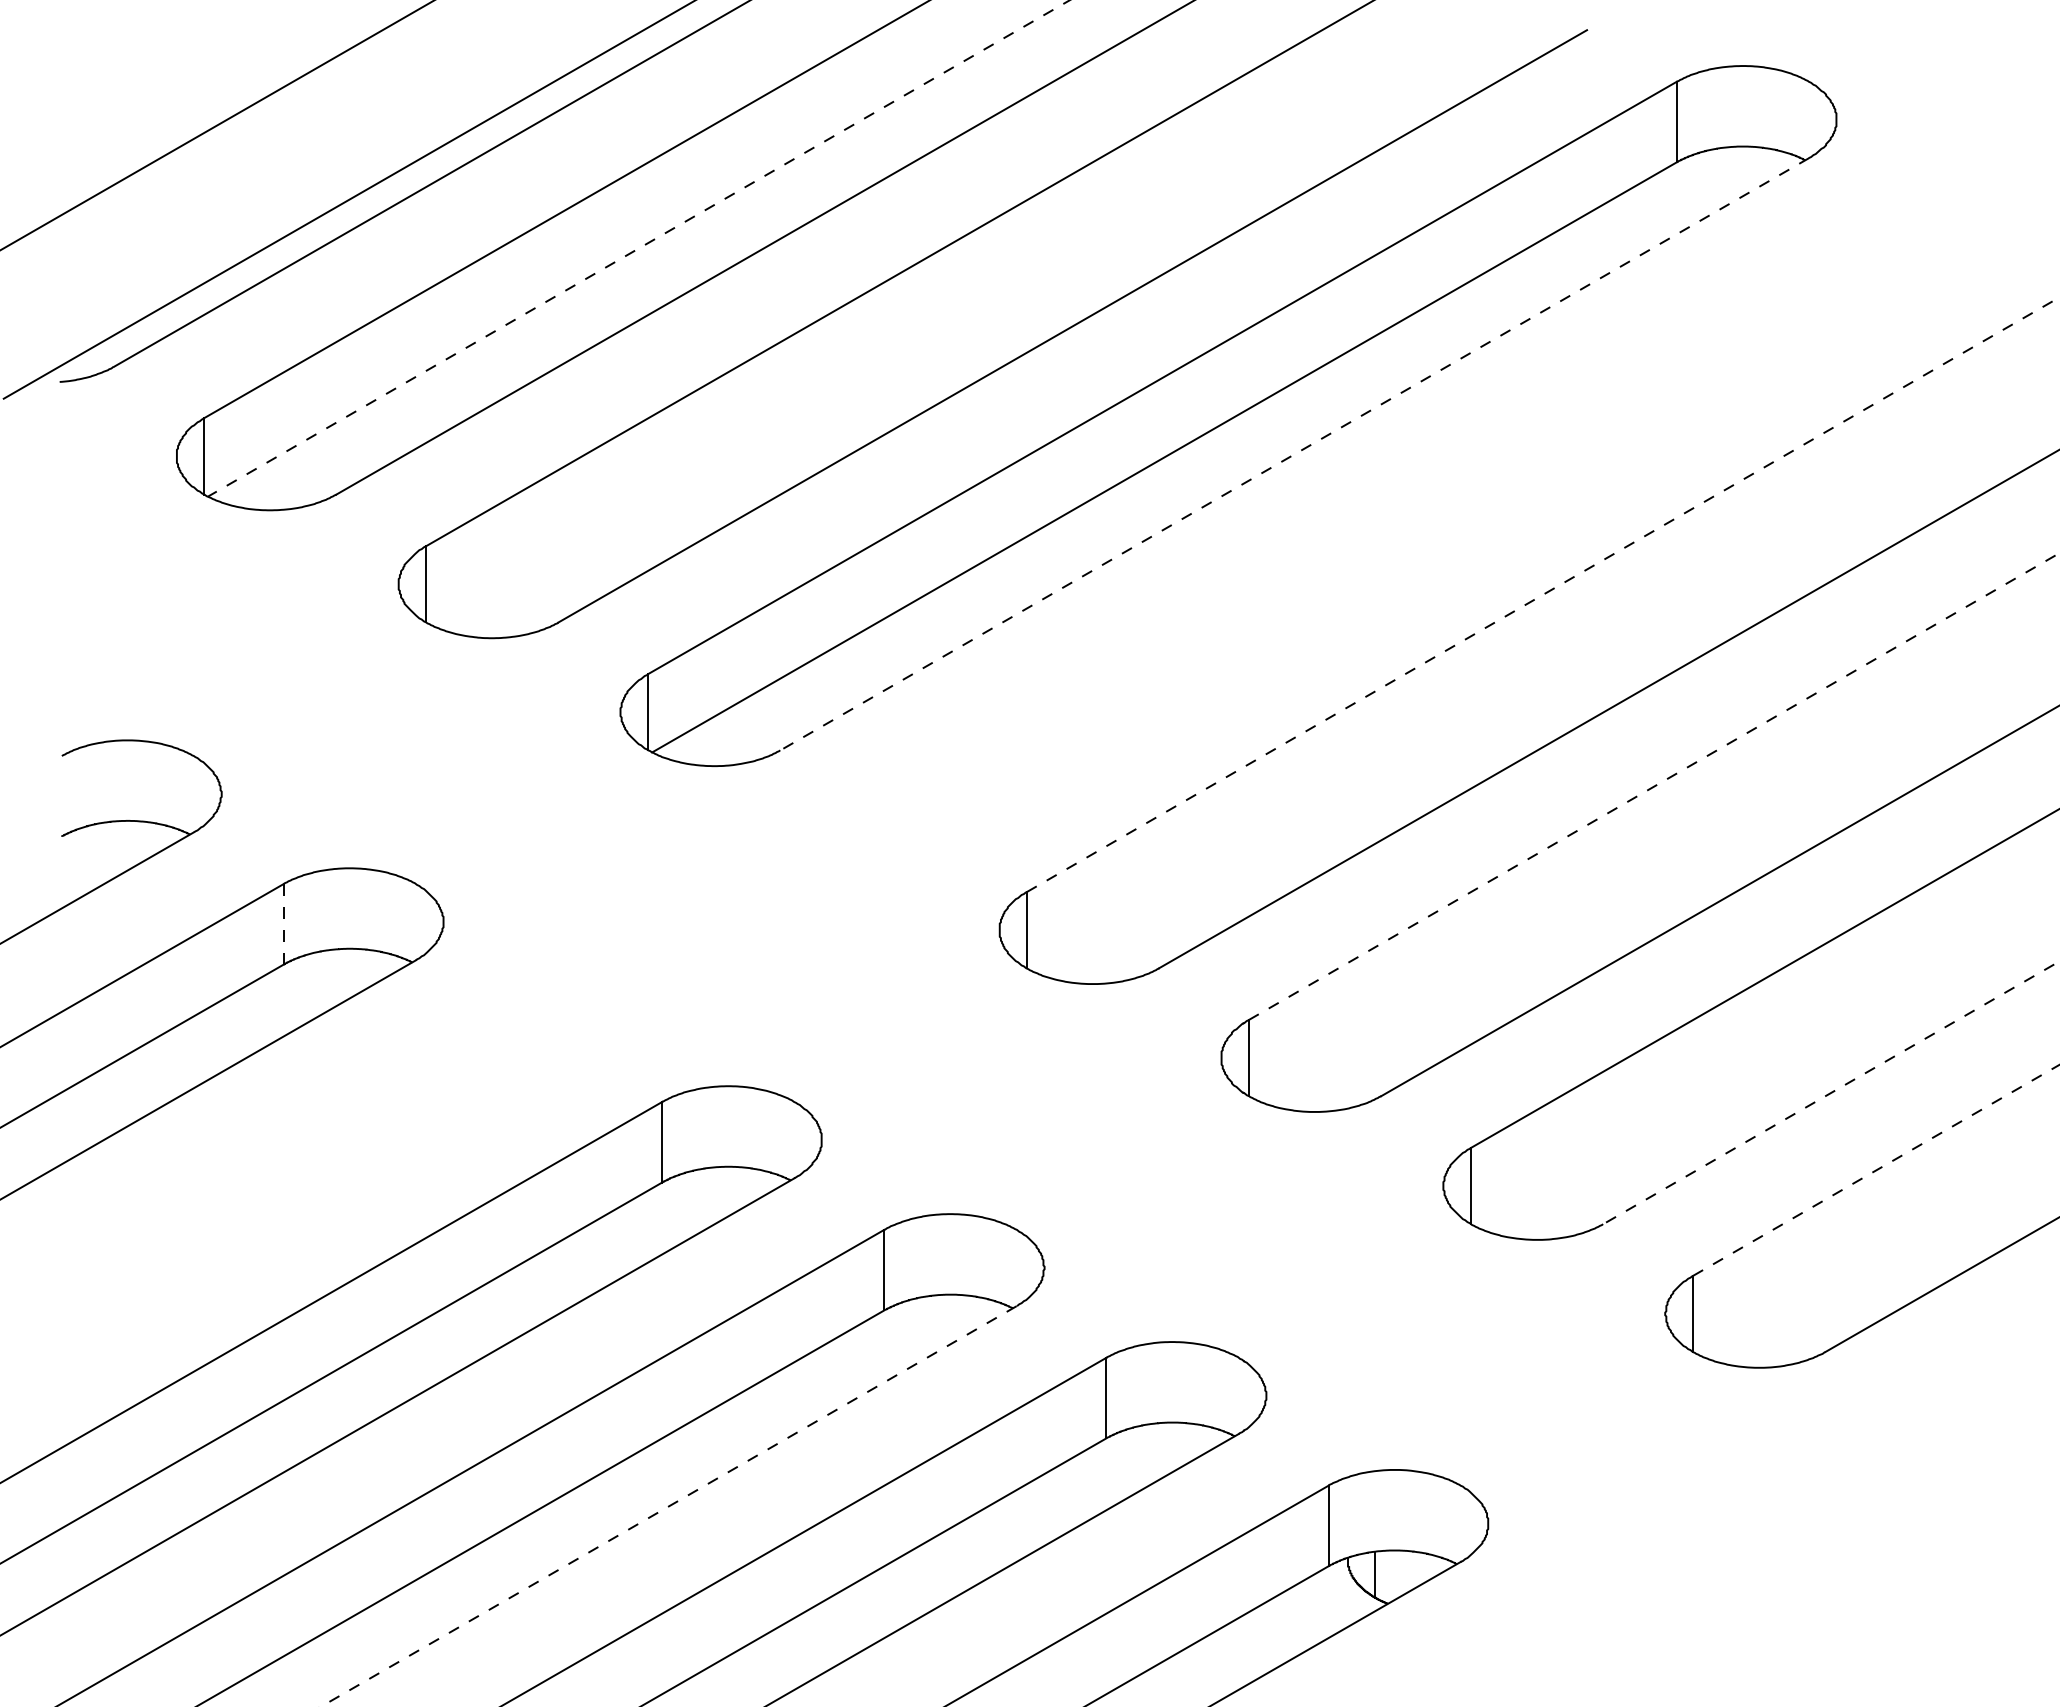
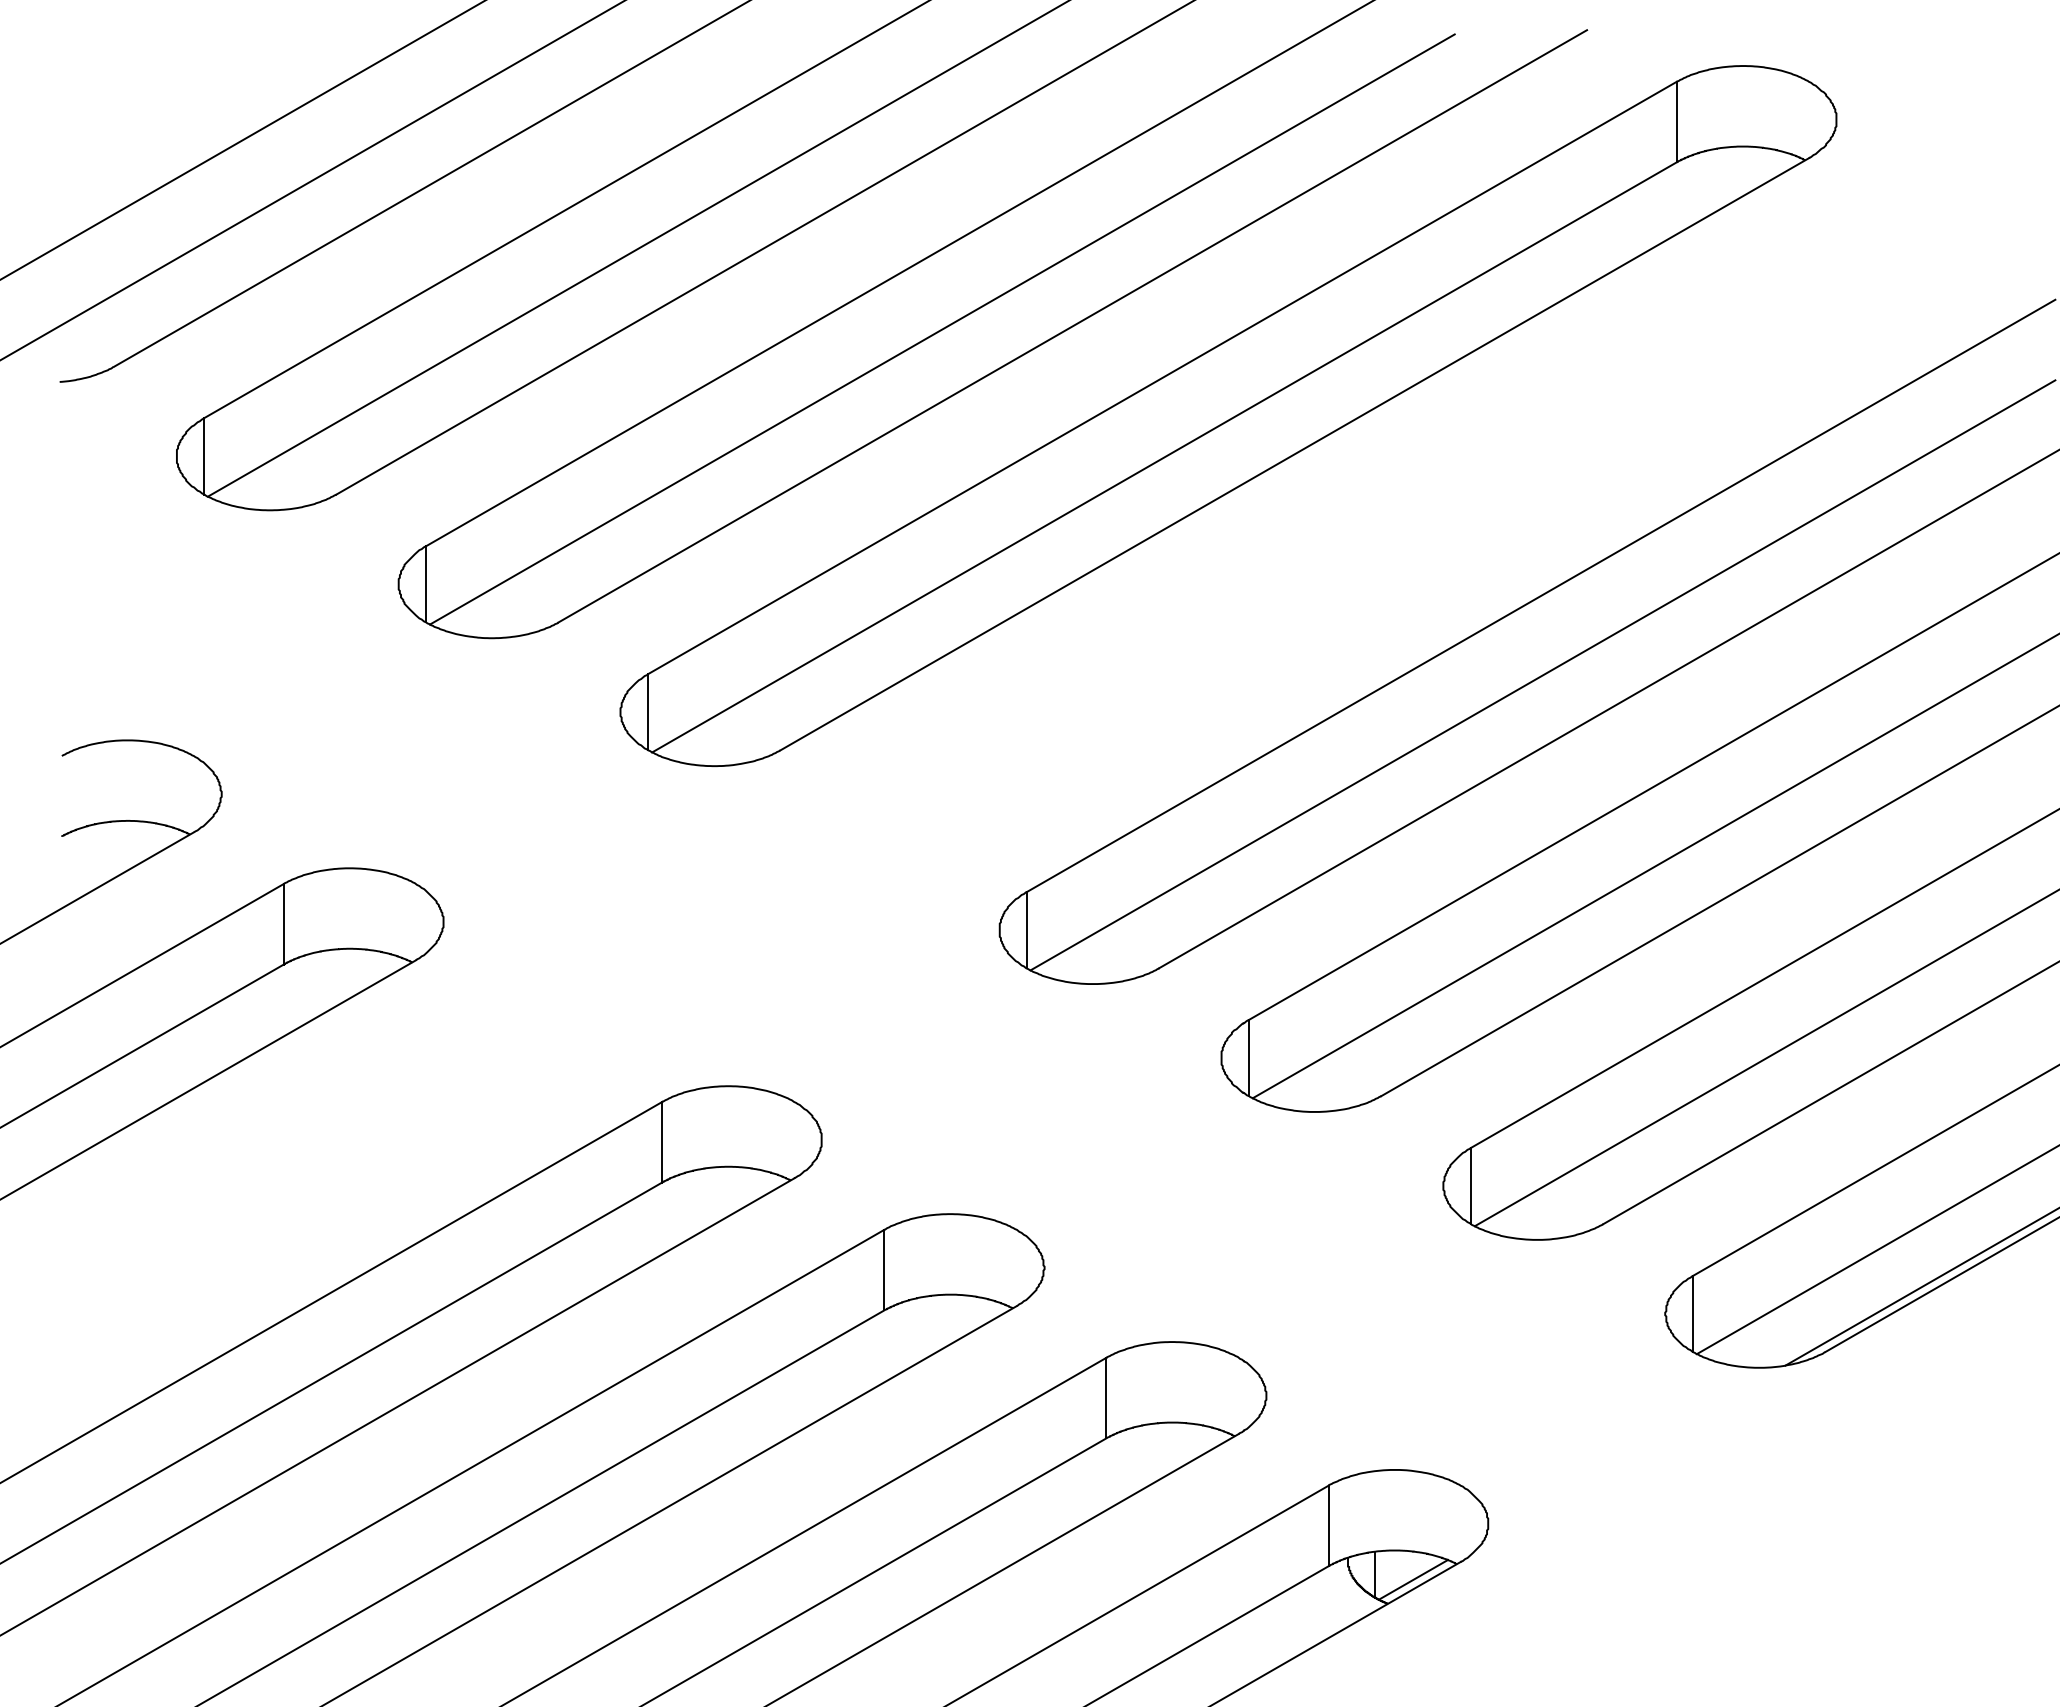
line at (216, 125) position: (216, 125) -> (242, 140)
line at (347, 200) position: (347, 200) -> (312, 180)
line at (638, 248): dashed -> solid
line at (941, 329): none -> present
line at (1294, 454): dashed -> solid
line at (1541, 595): dashed -> solid
line at (1542, 675): none -> present
line at (1654, 786): dashed -> solid
line at (1654, 866): none -> present
line at (283, 924): dashed -> solid
line at (1765, 1058): none -> present
line at (1831, 1092): dashed -> solid
line at (1876, 1170): dashed -> solid
line at (1876, 1250): none -> present
line at (1920, 1287): none -> present
line at (668, 1506): dashed -> solid
line at (1412, 1579): none -> present
